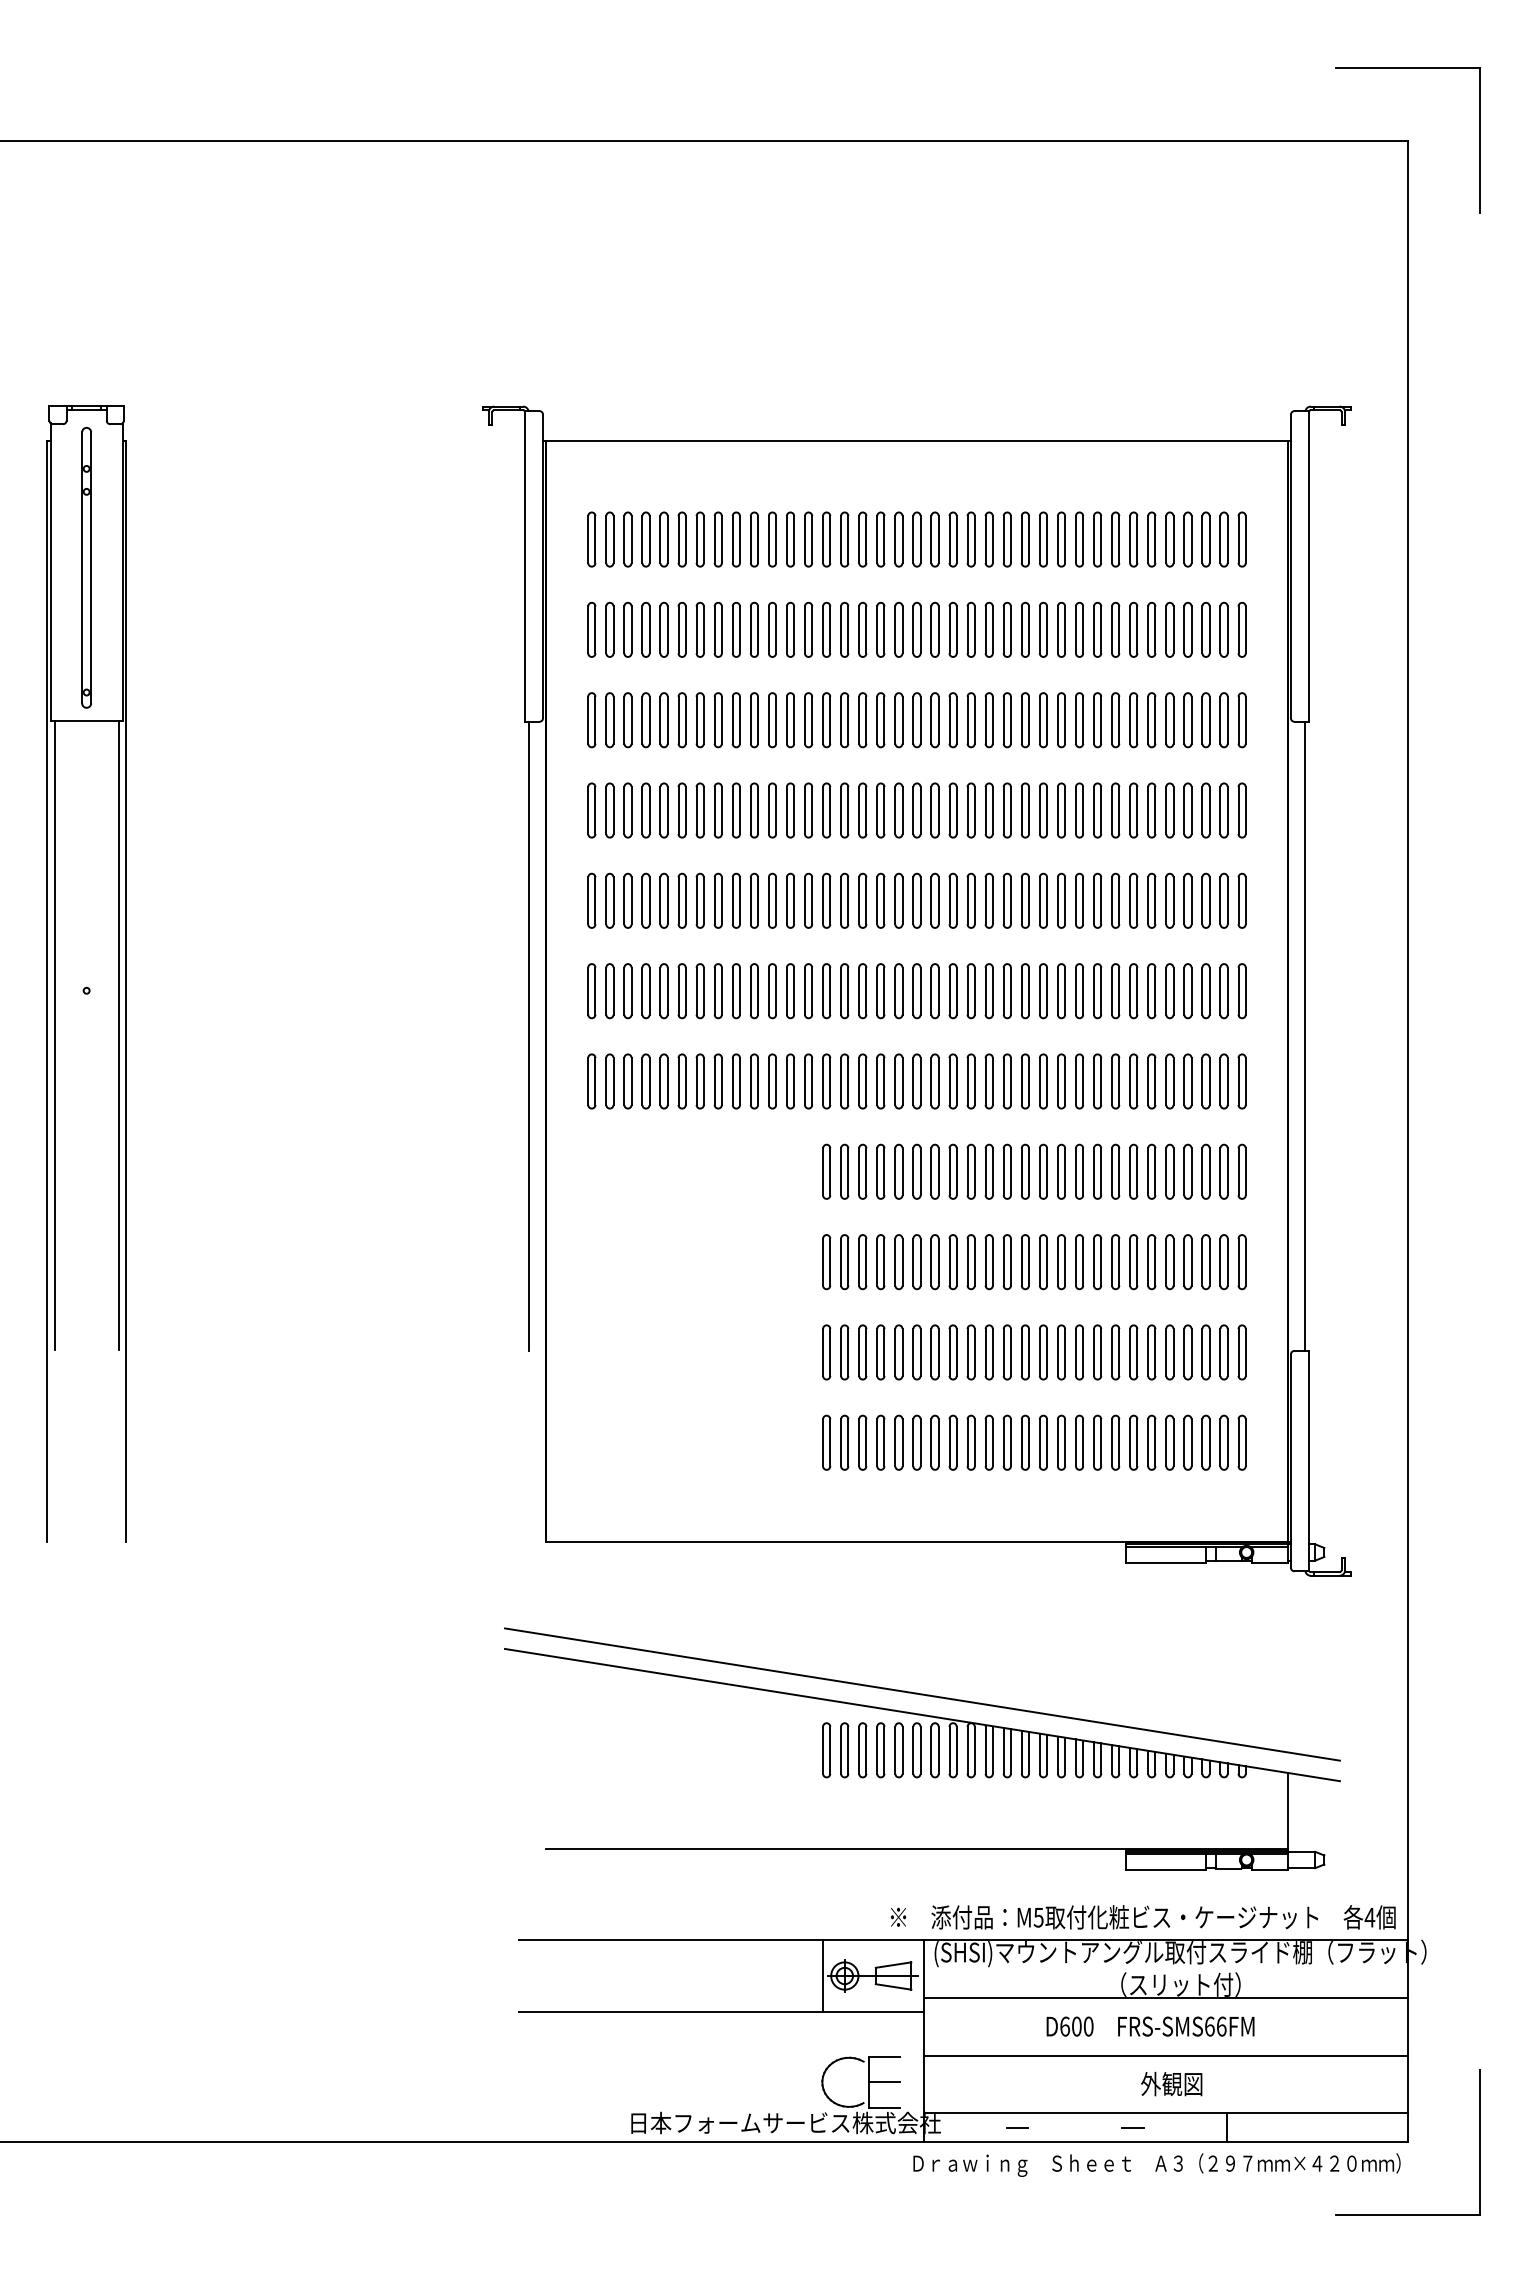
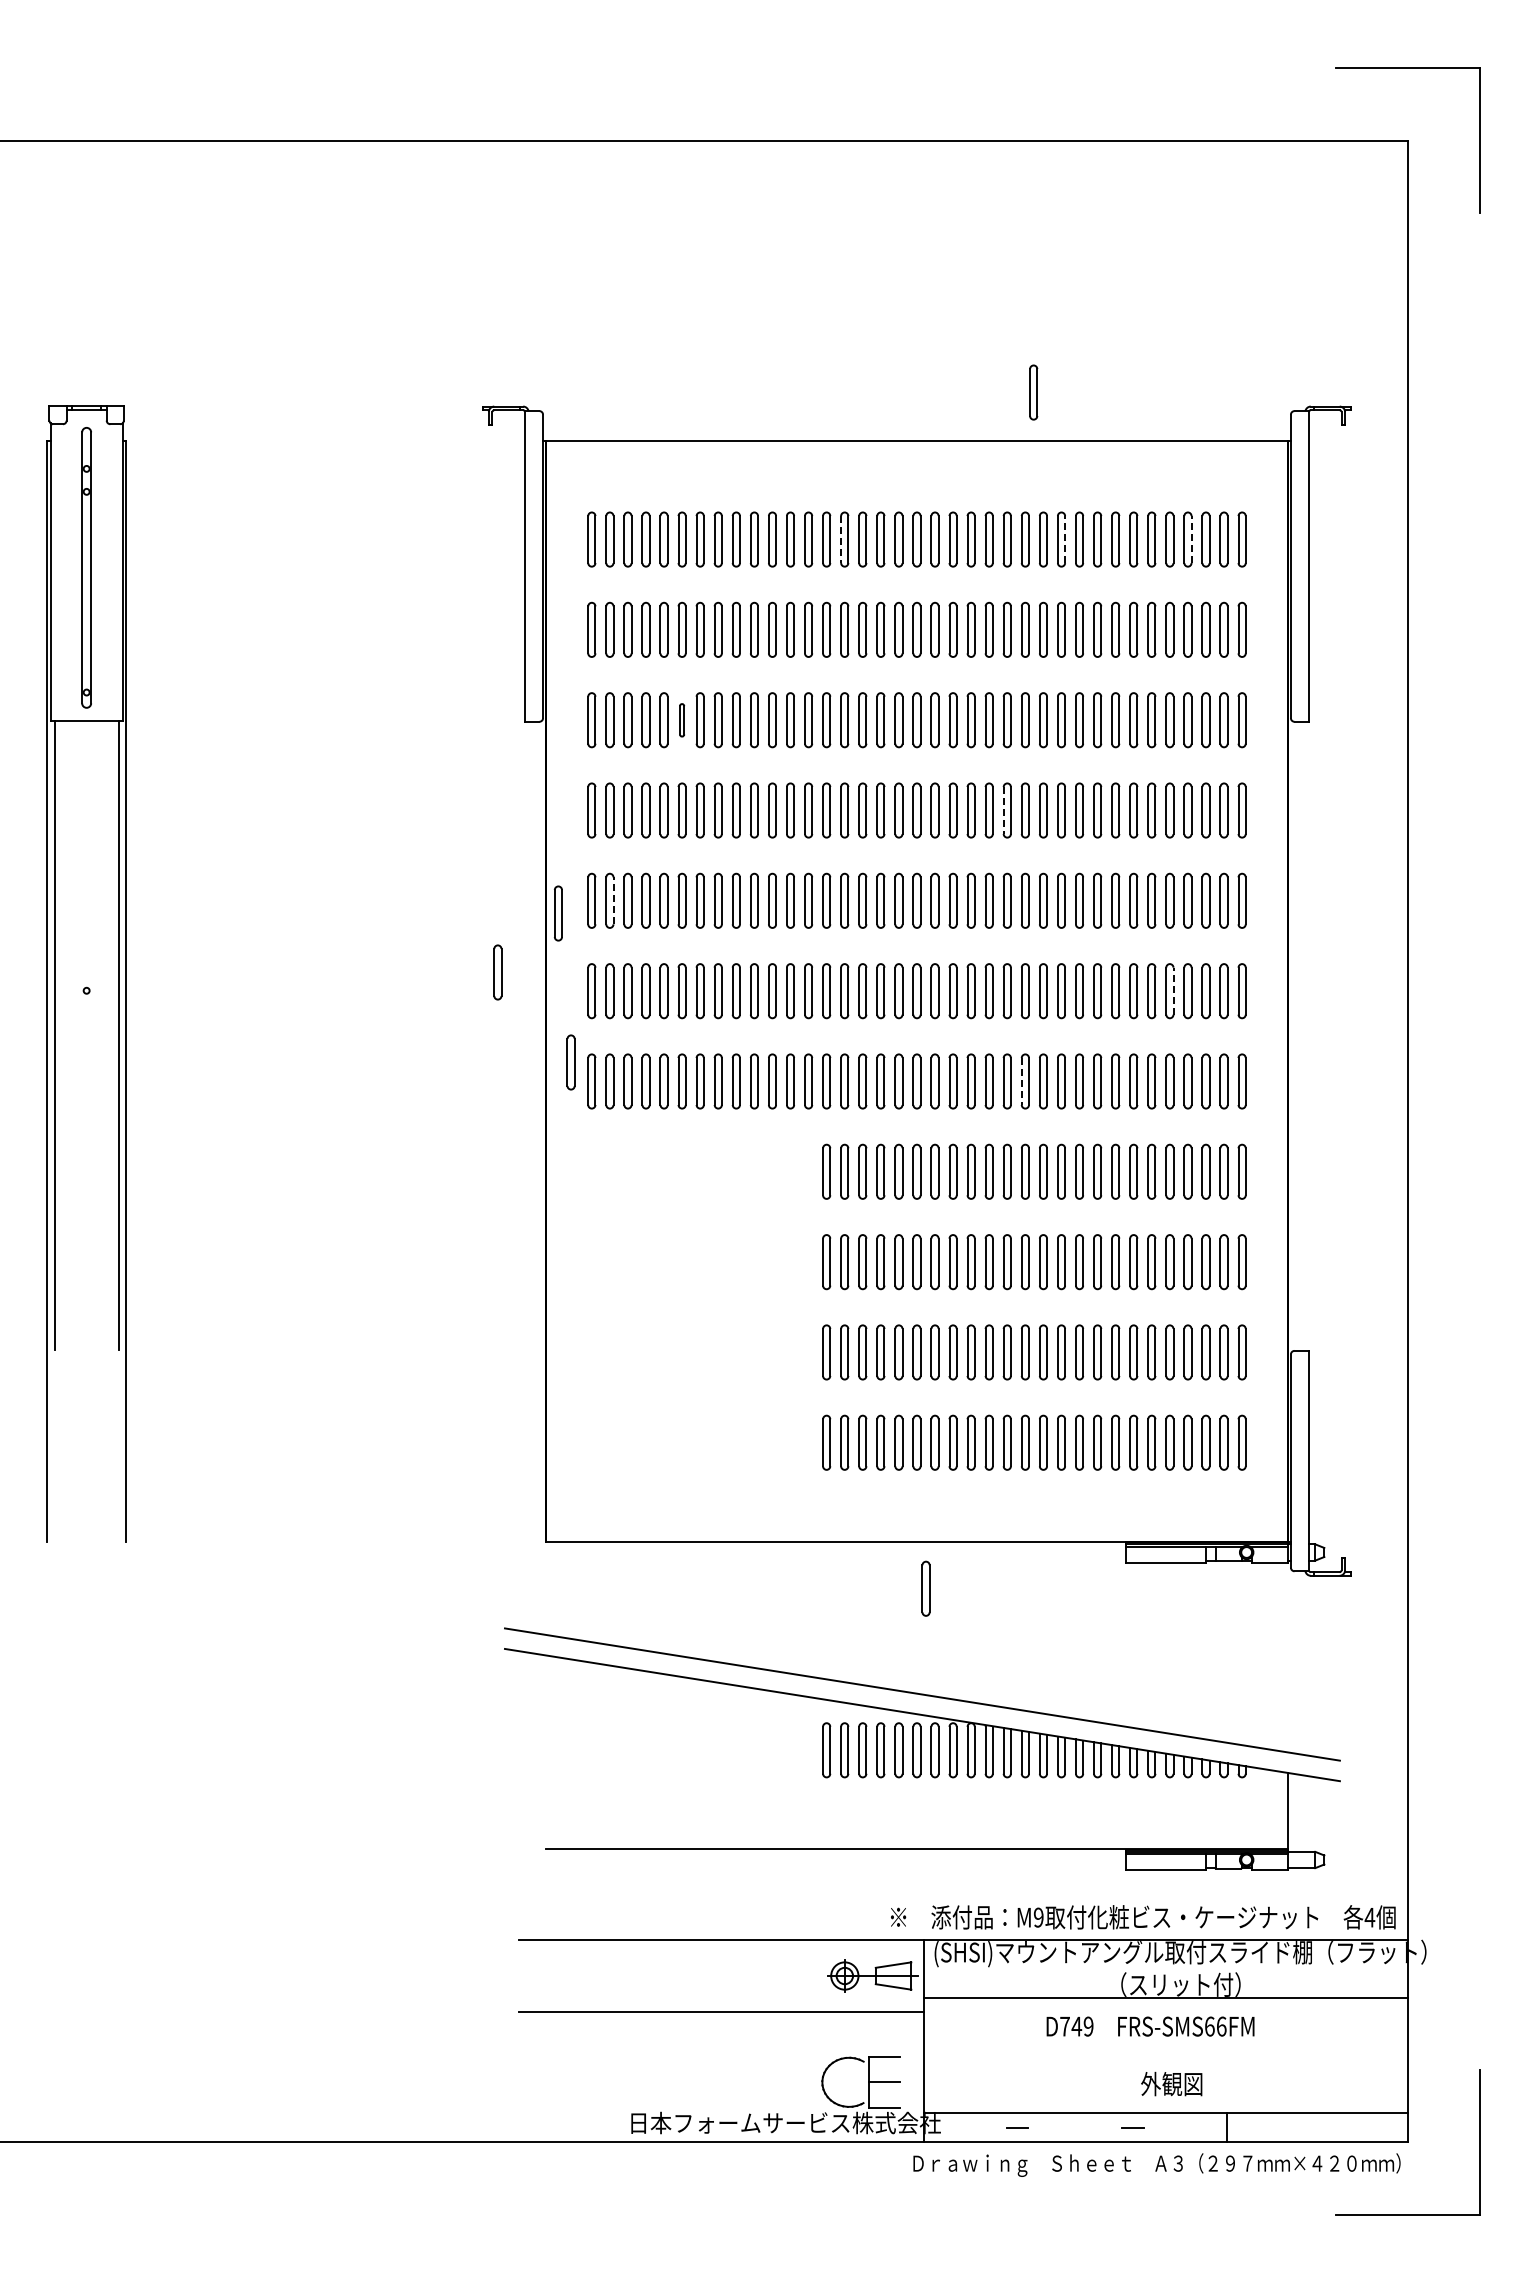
part at (1033, 392): none -> present
line at (1065, 539): solid -> dashed
line at (1191, 539): solid -> dashed
line at (841, 540): solid -> dashed
part at (681, 720) size: 10x57 px -> 7x35 px
line at (1003, 811): solid -> dashed
line at (613, 900): solid -> dashed
part at (558, 913): none -> present
part at (497, 972): none -> present
line at (1173, 990): solid -> dashed
line at (528, 1035): present -> none
line at (1305, 1035): present -> none
part at (570, 1062): none -> present
line at (1021, 1082): solid -> dashed
part at (925, 1588): none -> present
text at (1038, 1917): M5 -> M9
line at (823, 1975): present -> none
text at (1076, 2026): D600 -> D749
line at (1165, 2055): present -> none
